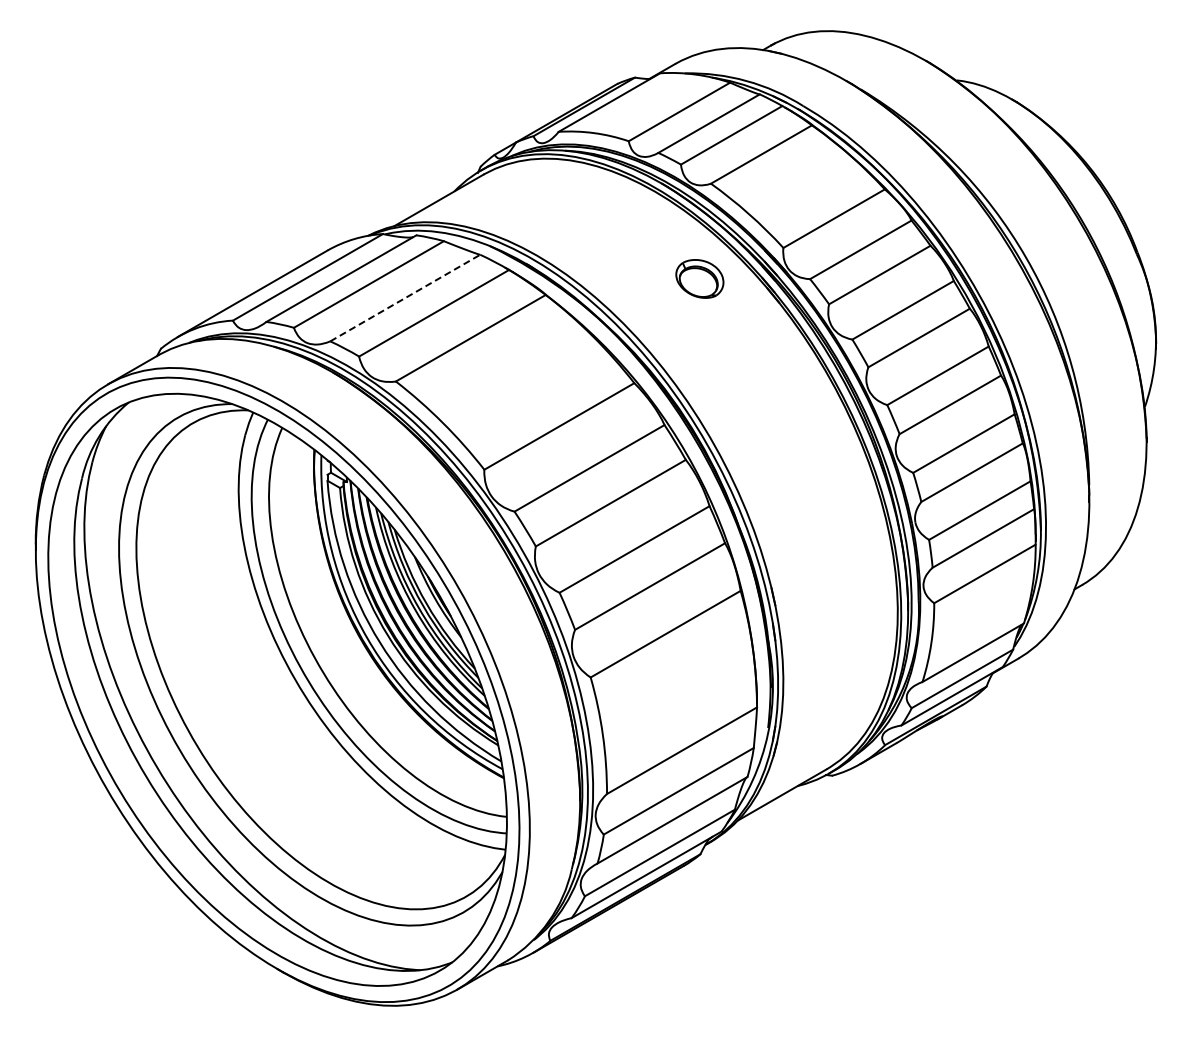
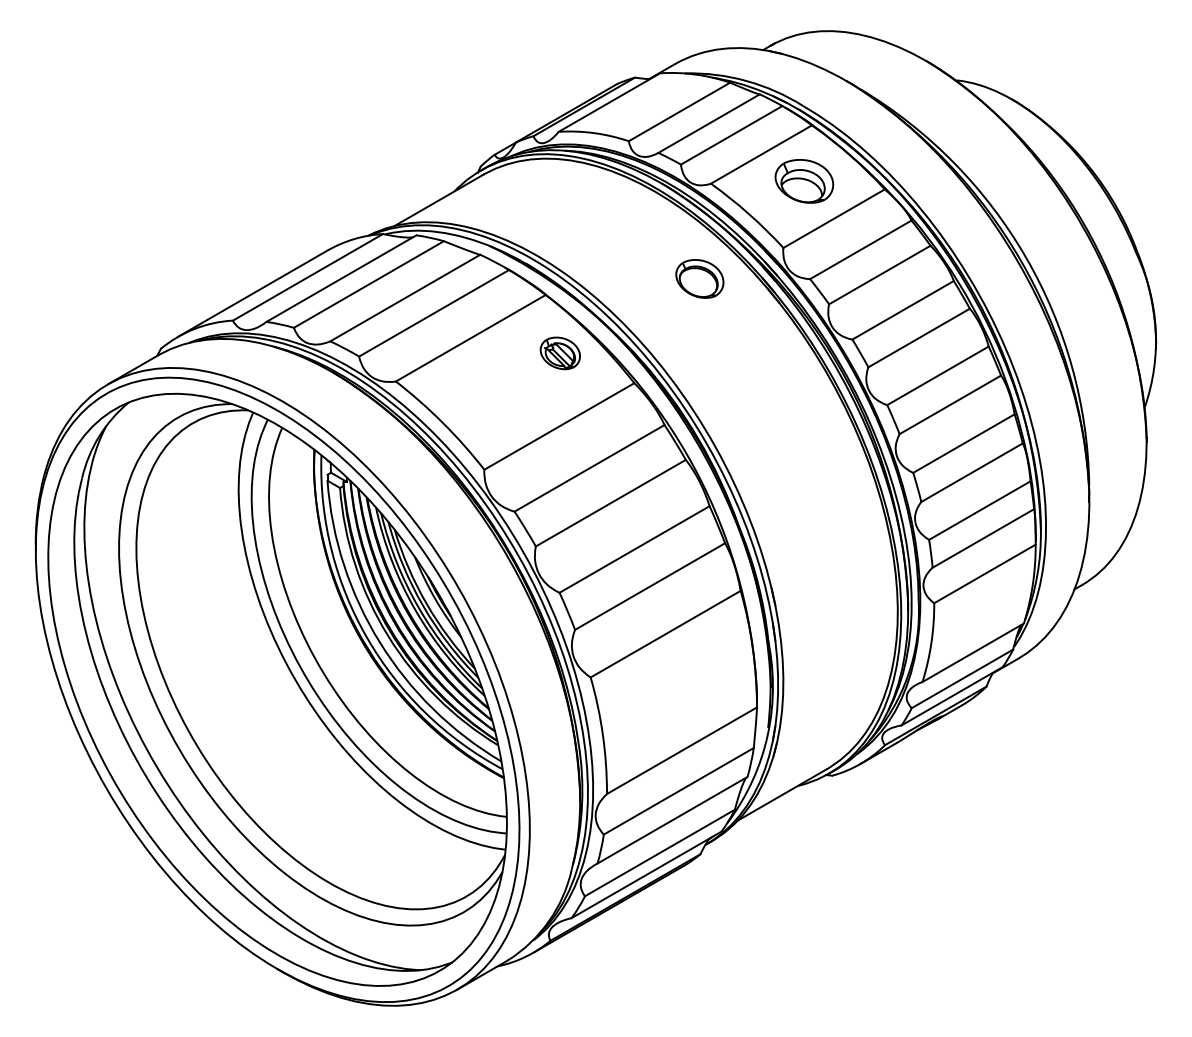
part at (804, 181): none -> present
line at (405, 298): dashed -> solid
part at (559, 353): none -> present
